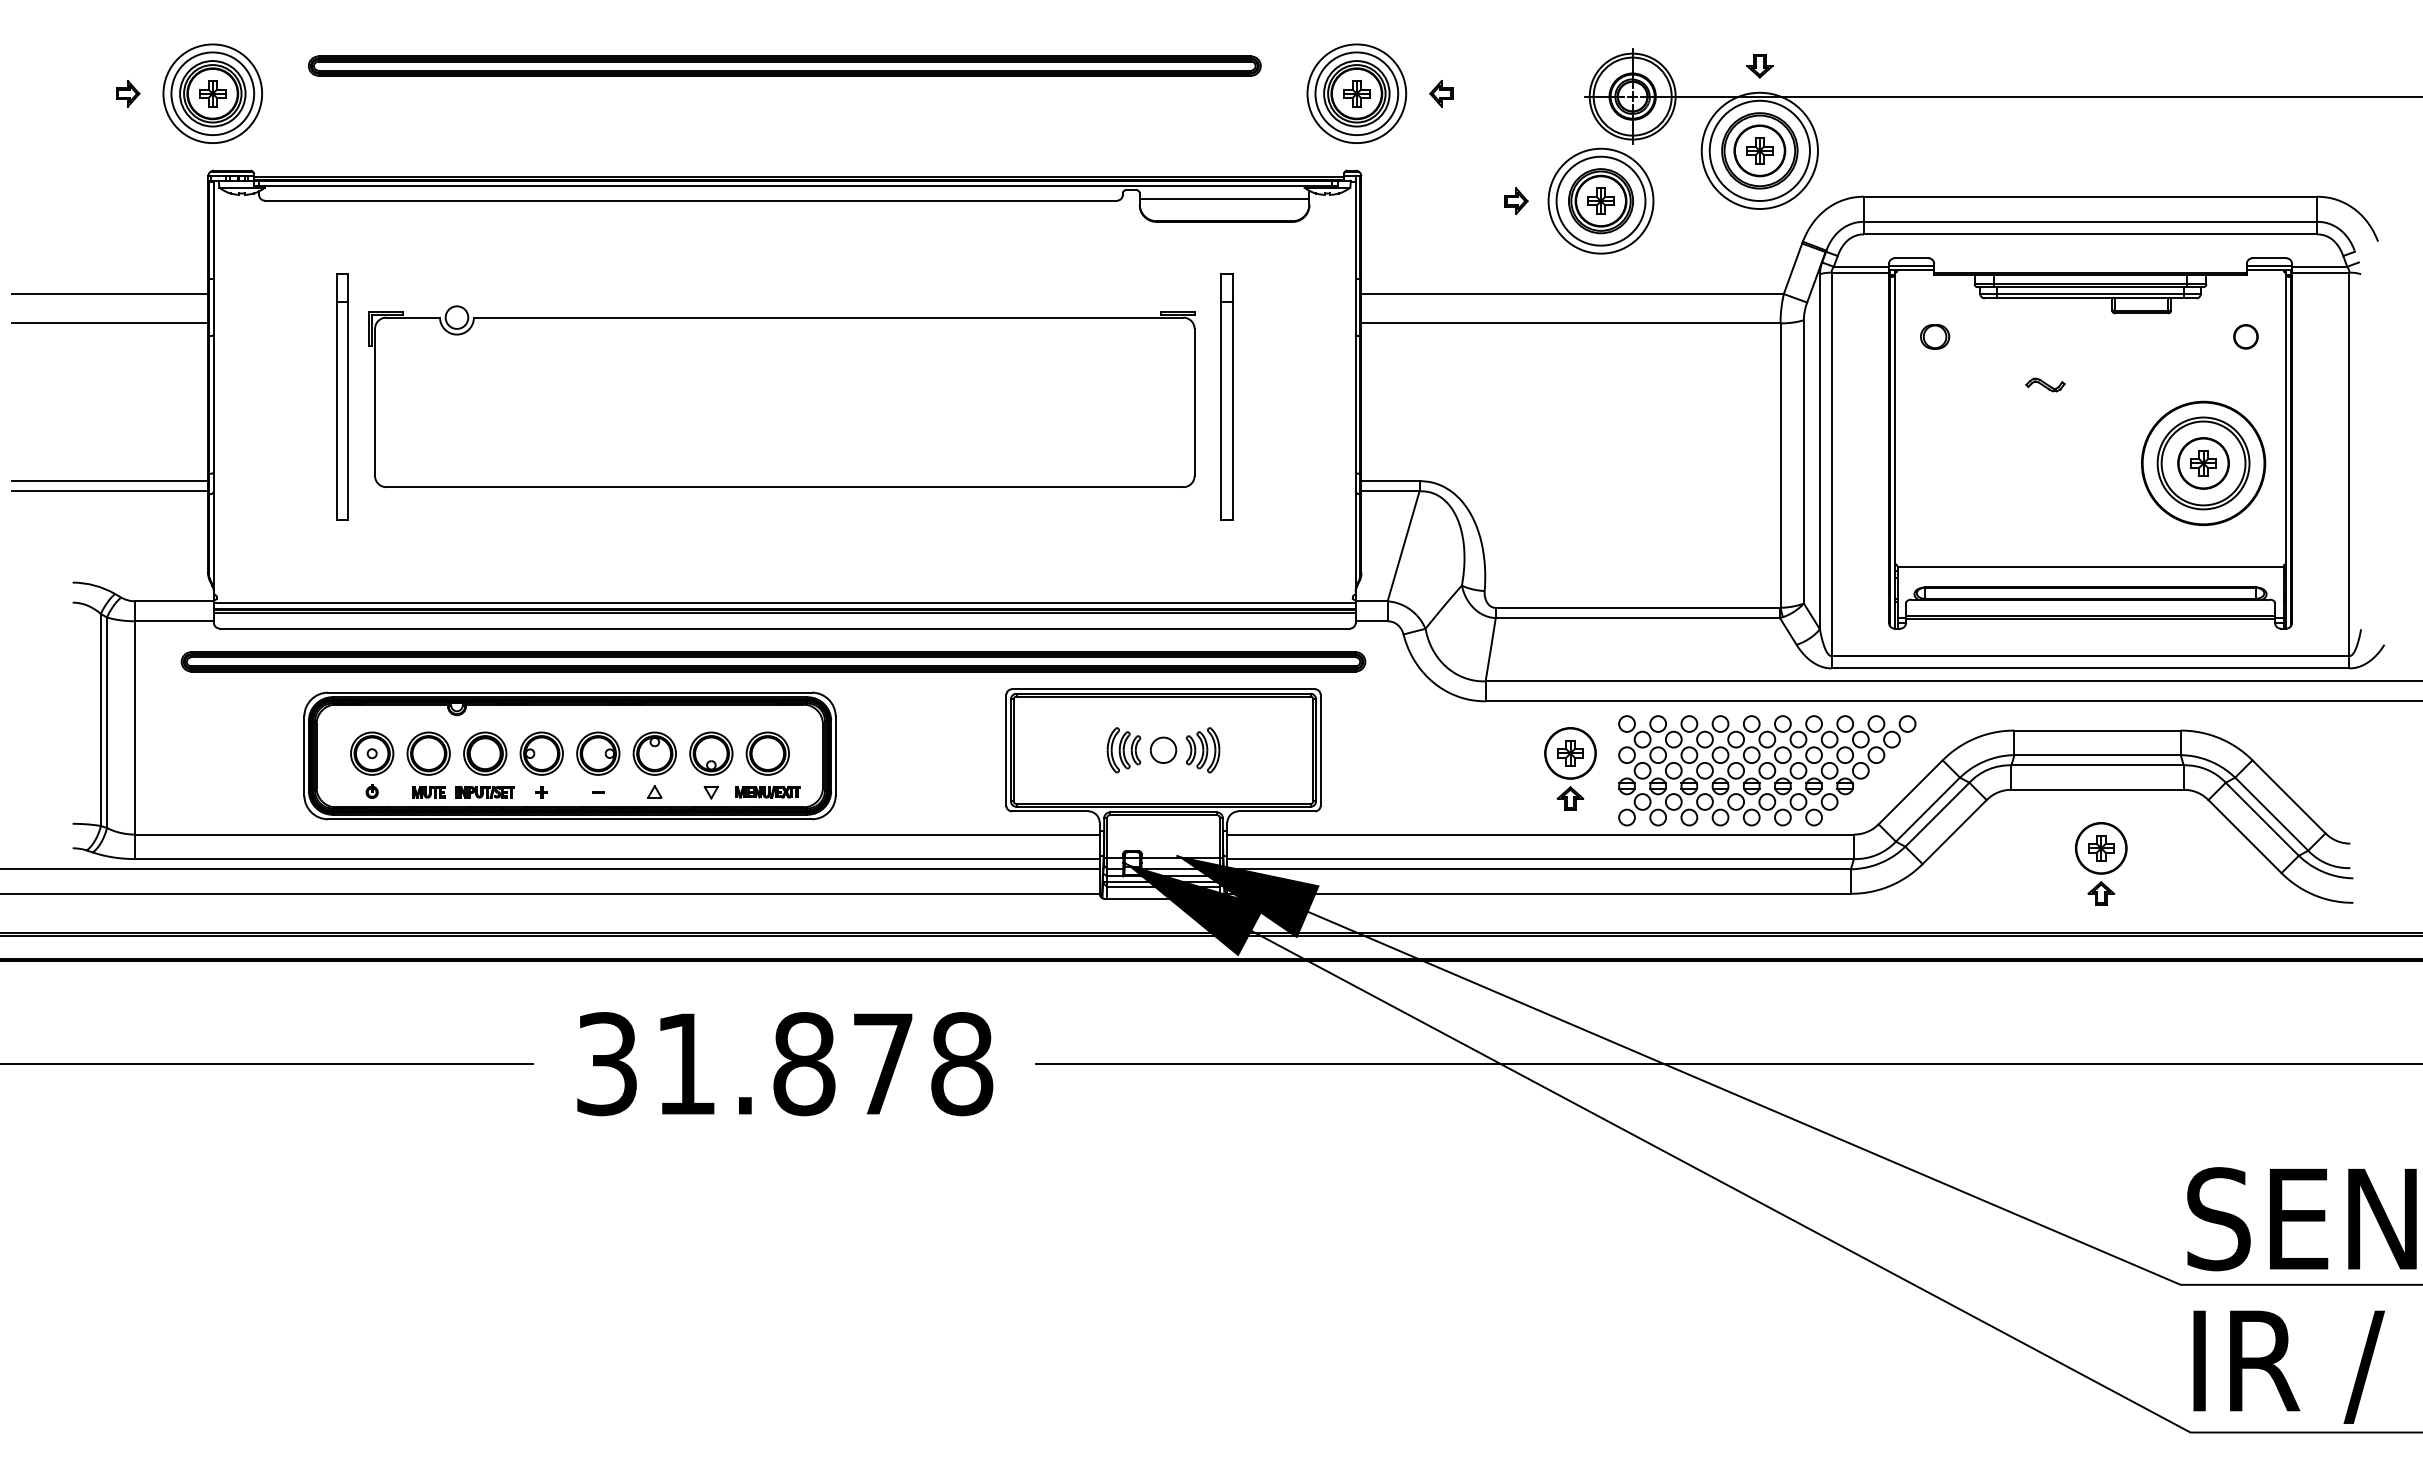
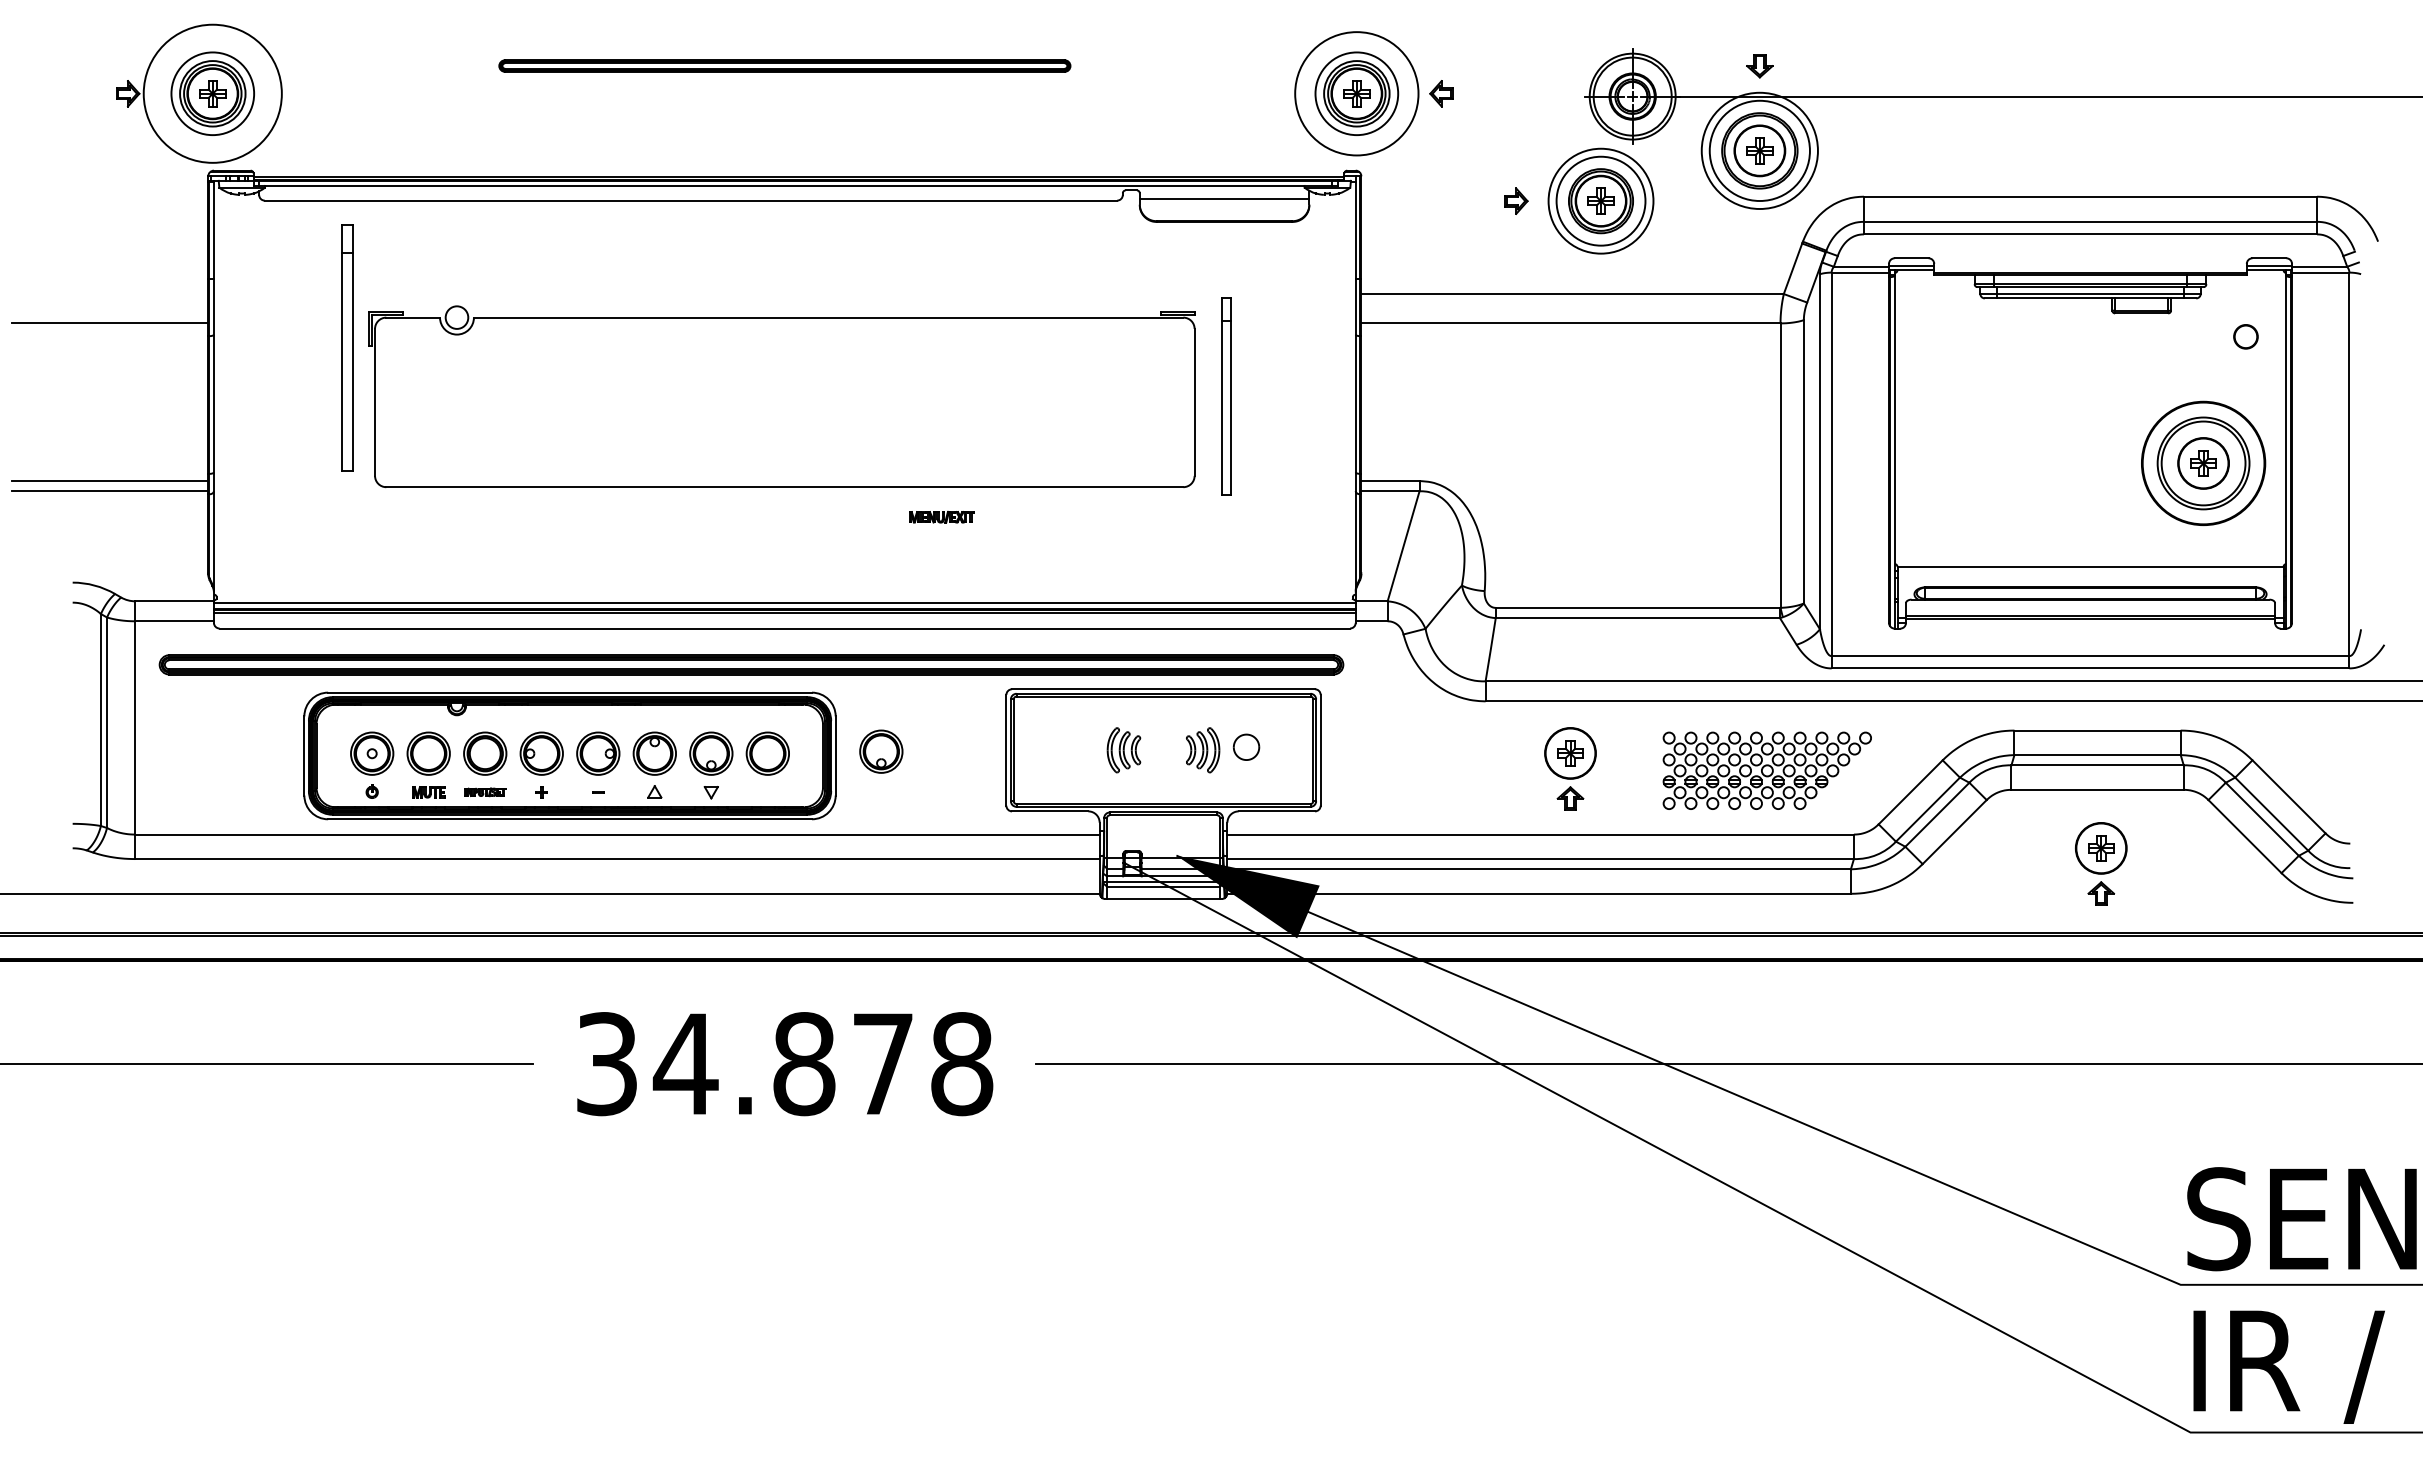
part at (784, 65) size: 954x22 px -> 574x14 px
circle at (212, 93) diameter: 99 px -> 138 px
circle at (1356, 93) diameter: 99 px -> 123 px
line at (109, 294): present -> none
part at (1935, 336): present -> none
part at (2045, 384): present -> none
part at (342, 396) position: (342, 396) -> (347, 347)
part at (1226, 396) size: 14x248 px -> 11x199 px
part at (773, 661) position: (773, 661) -> (751, 664)
part at (1163, 749) position: (1163, 749) -> (1246, 746)
part at (881, 751): none -> present
part at (1767, 770) size: 299x112 px -> 210x79 px
part at (484, 792) size: 60x13 px -> 43x11 px
part at (767, 792) position: (767, 792) -> (941, 517)
line at (550, 869): present -> none
fill at (1195, 909): present -> none
text at (685, 1063): 31.878 -> 34.878
